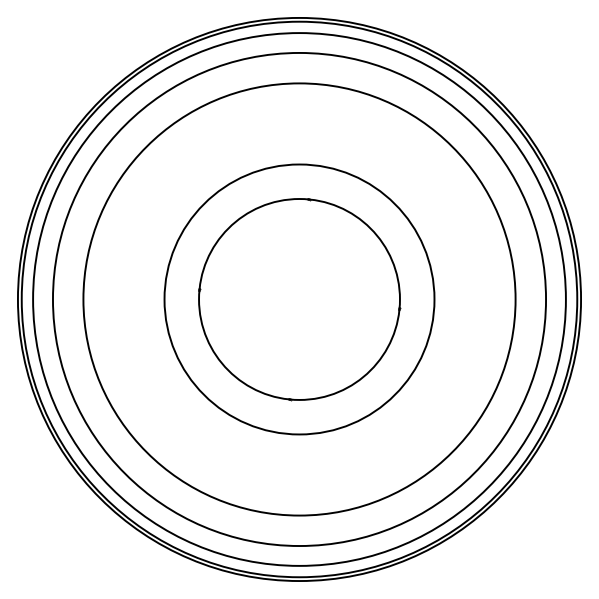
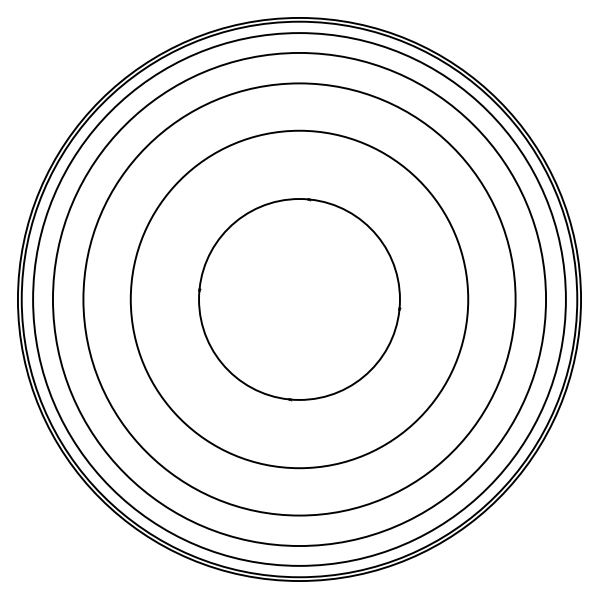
circle at (299, 299) diameter: 270 px -> 337 px
